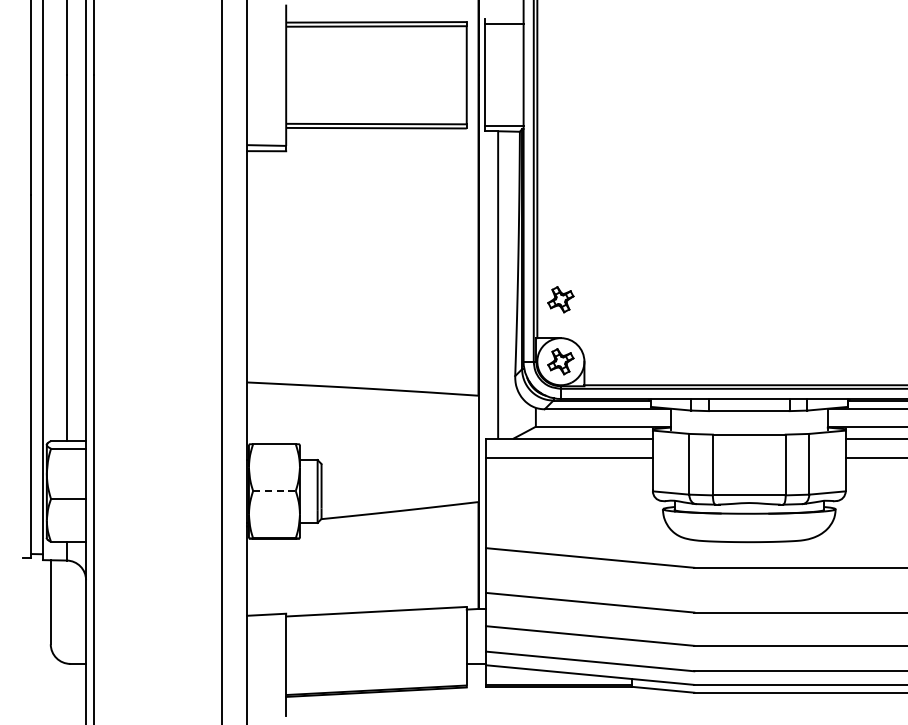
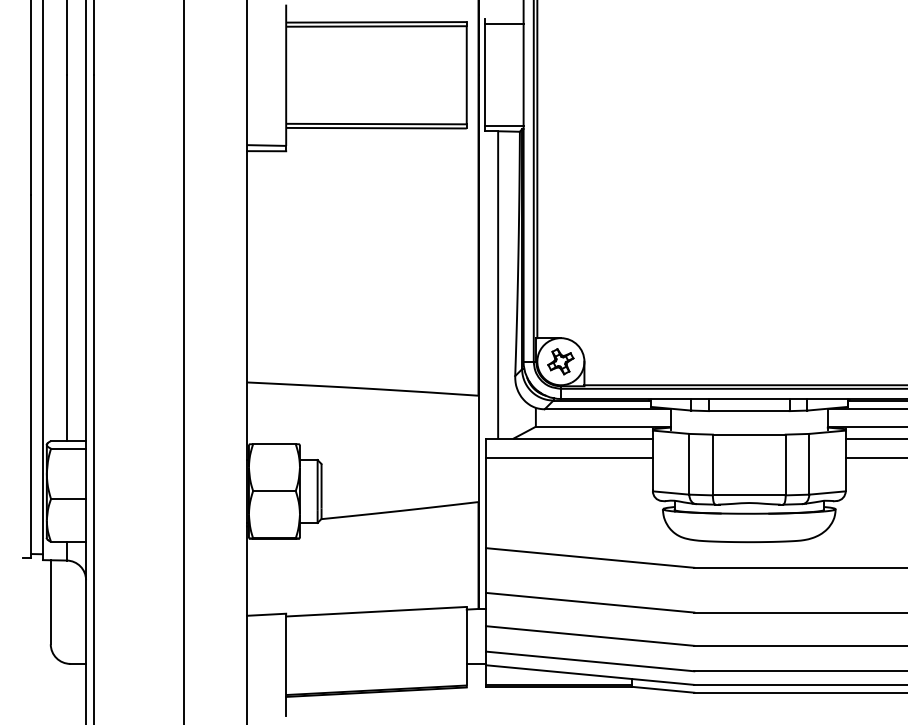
part at (560, 299): present -> none
line at (222, 361) position: (222, 361) -> (184, 361)
line at (274, 490): dashed -> solid
